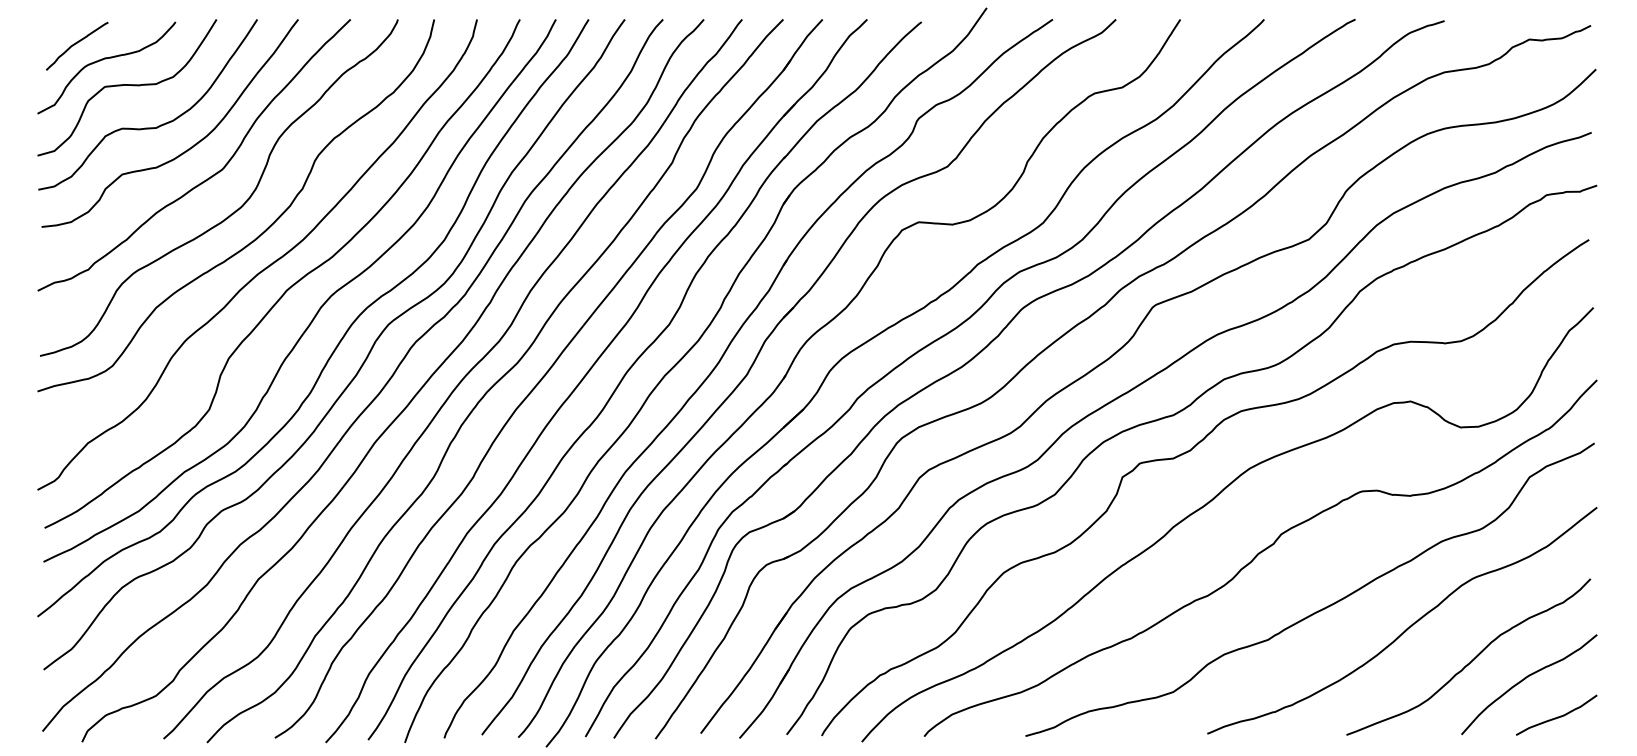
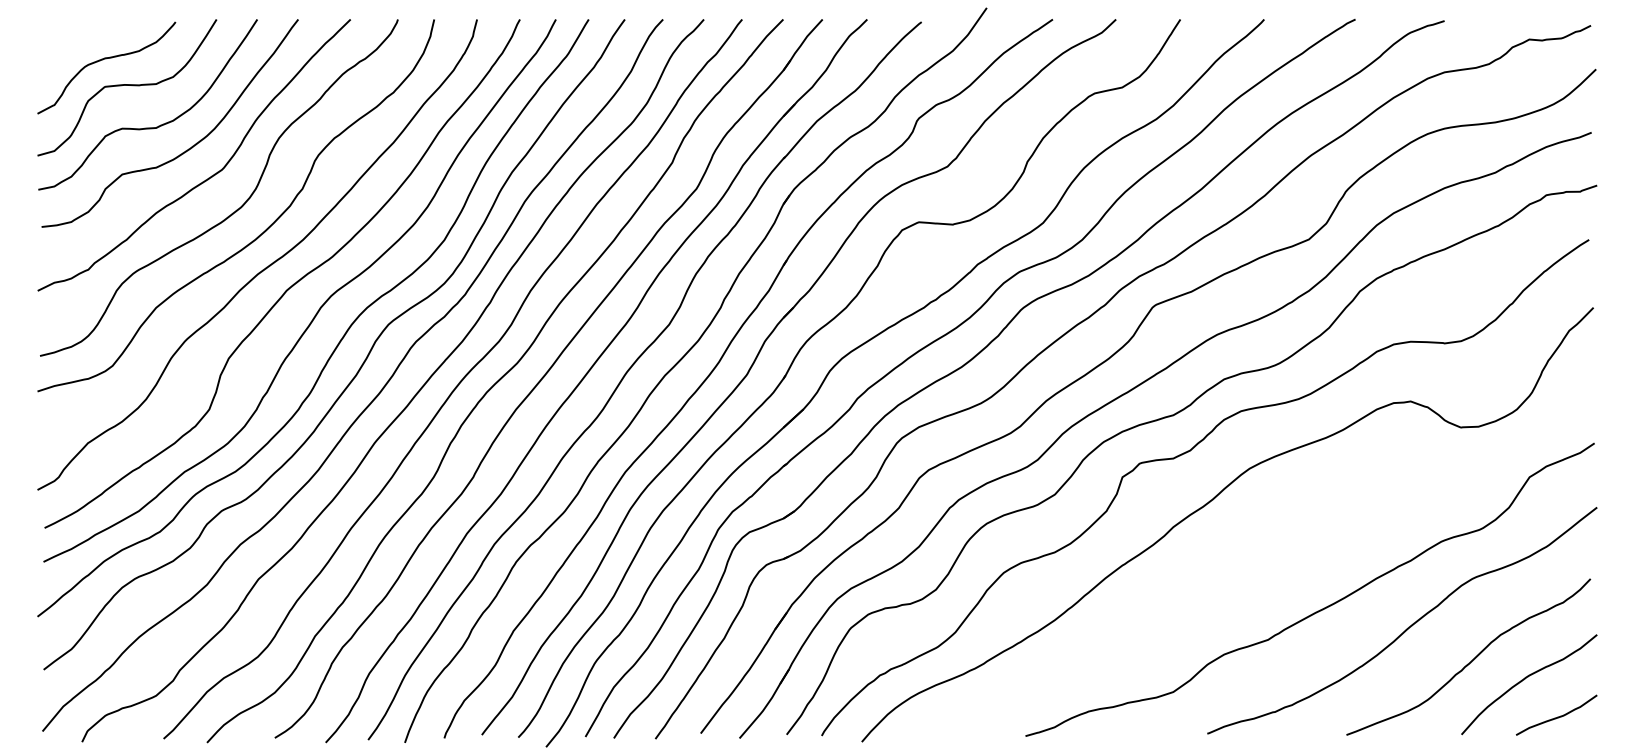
curve at (76, 44): present -> none
curve at (1258, 555): present -> none
